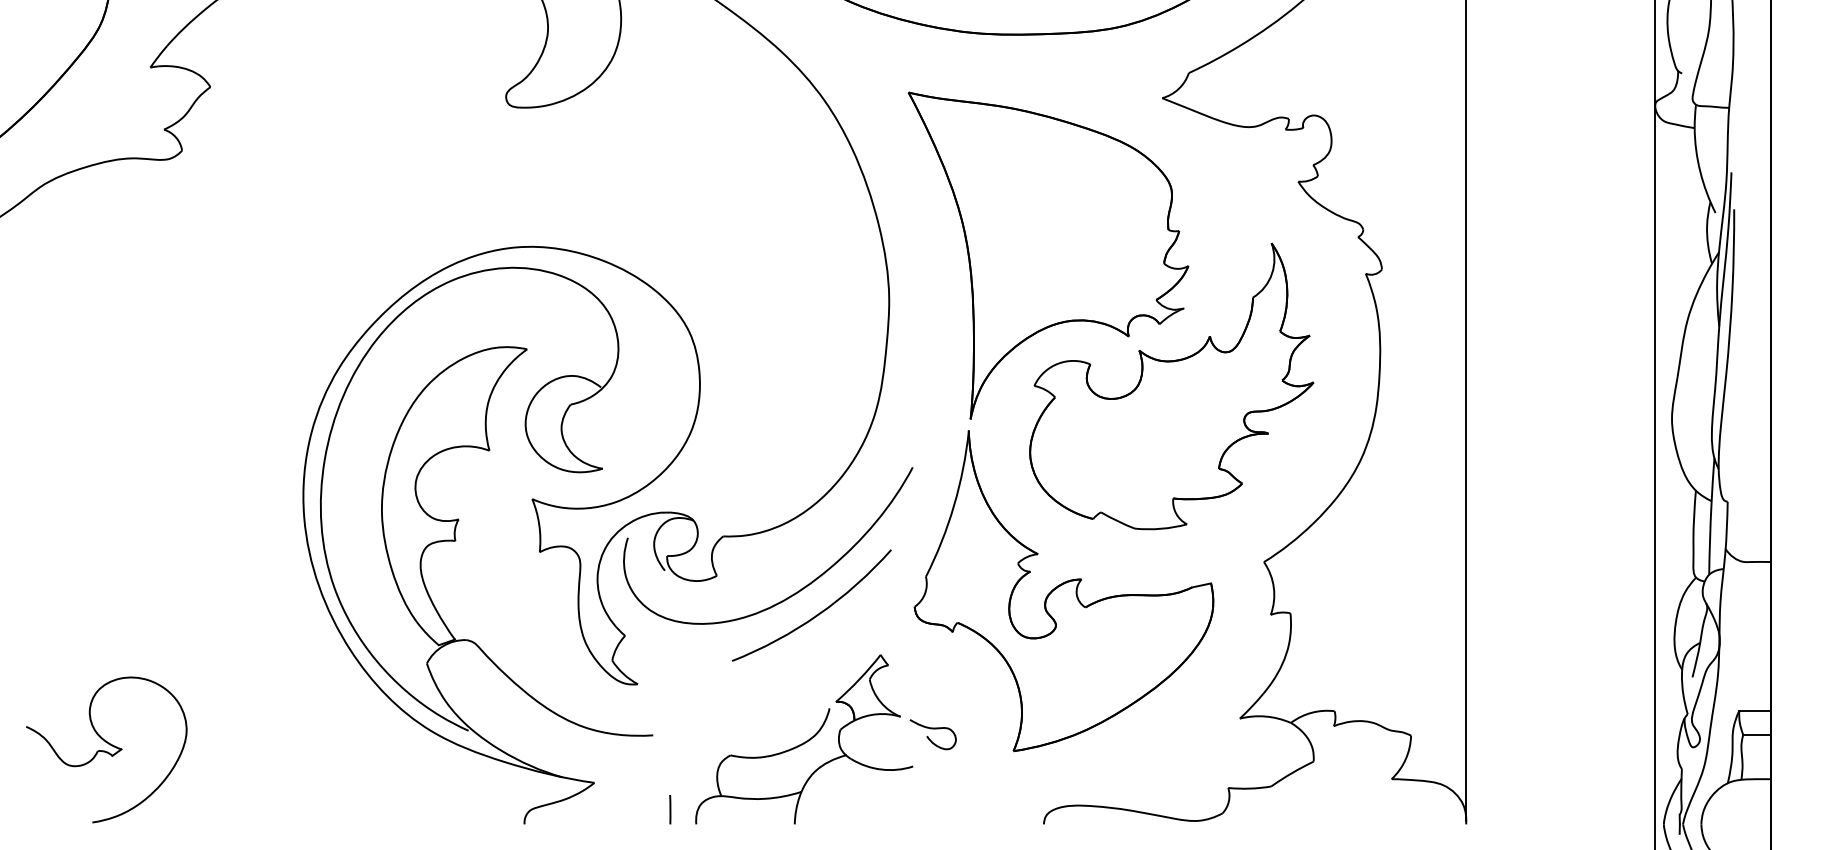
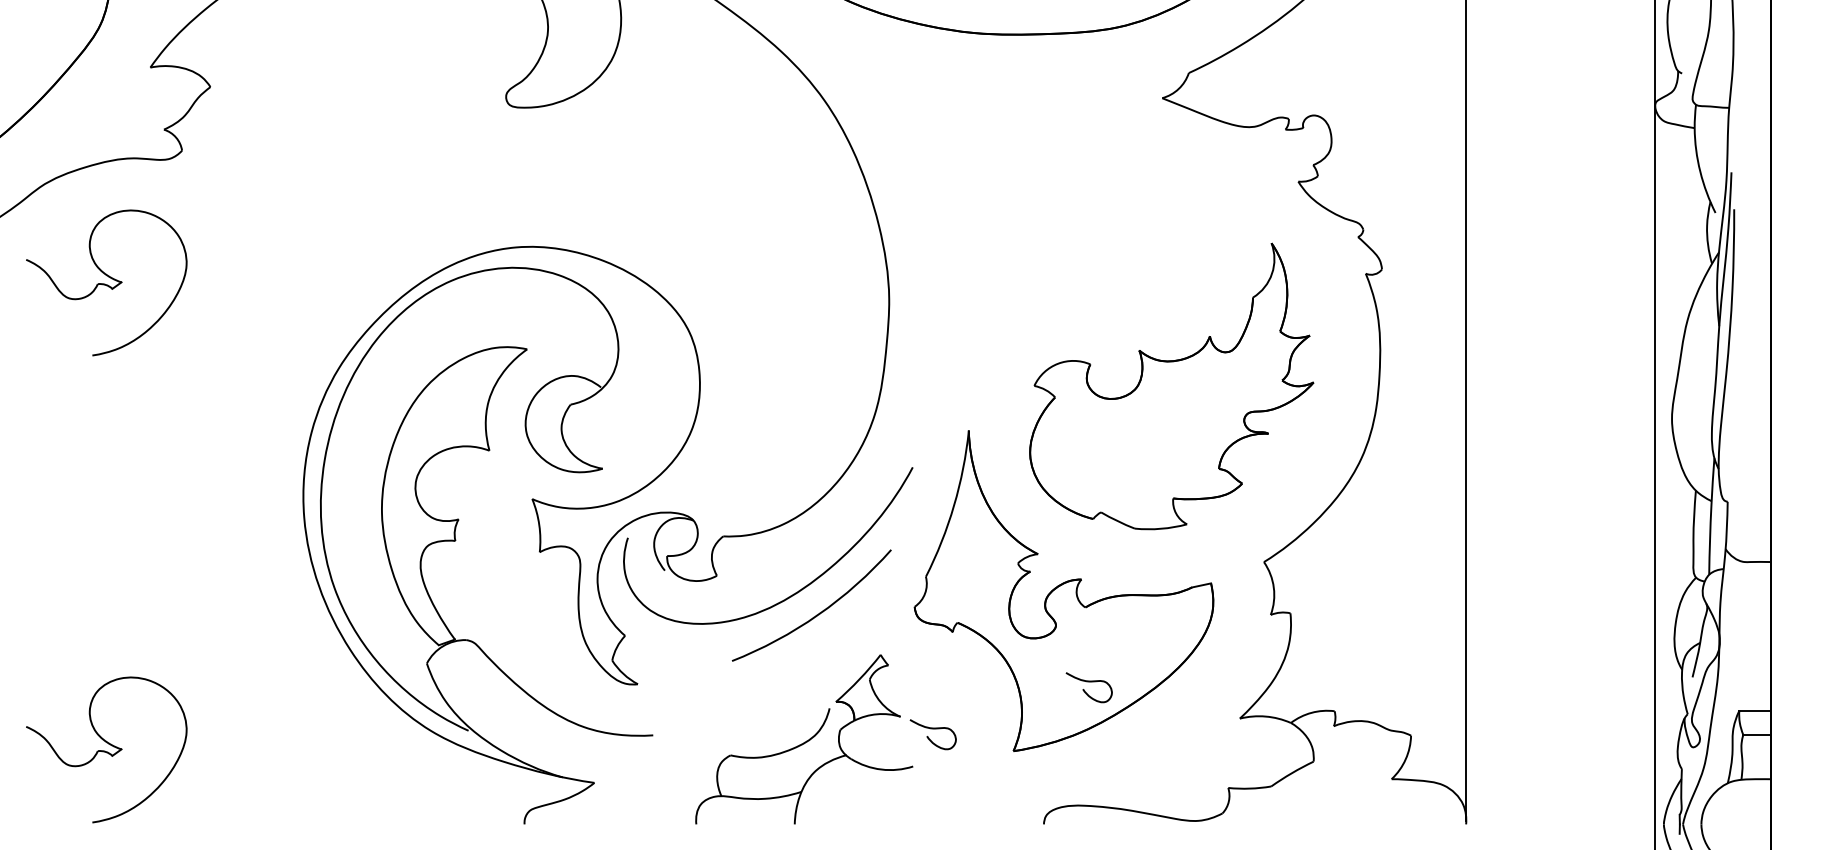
part at (1048, 255): present -> none
part at (106, 282): none -> present
curve at (1084, 689): none -> present
line at (670, 809): present -> none
